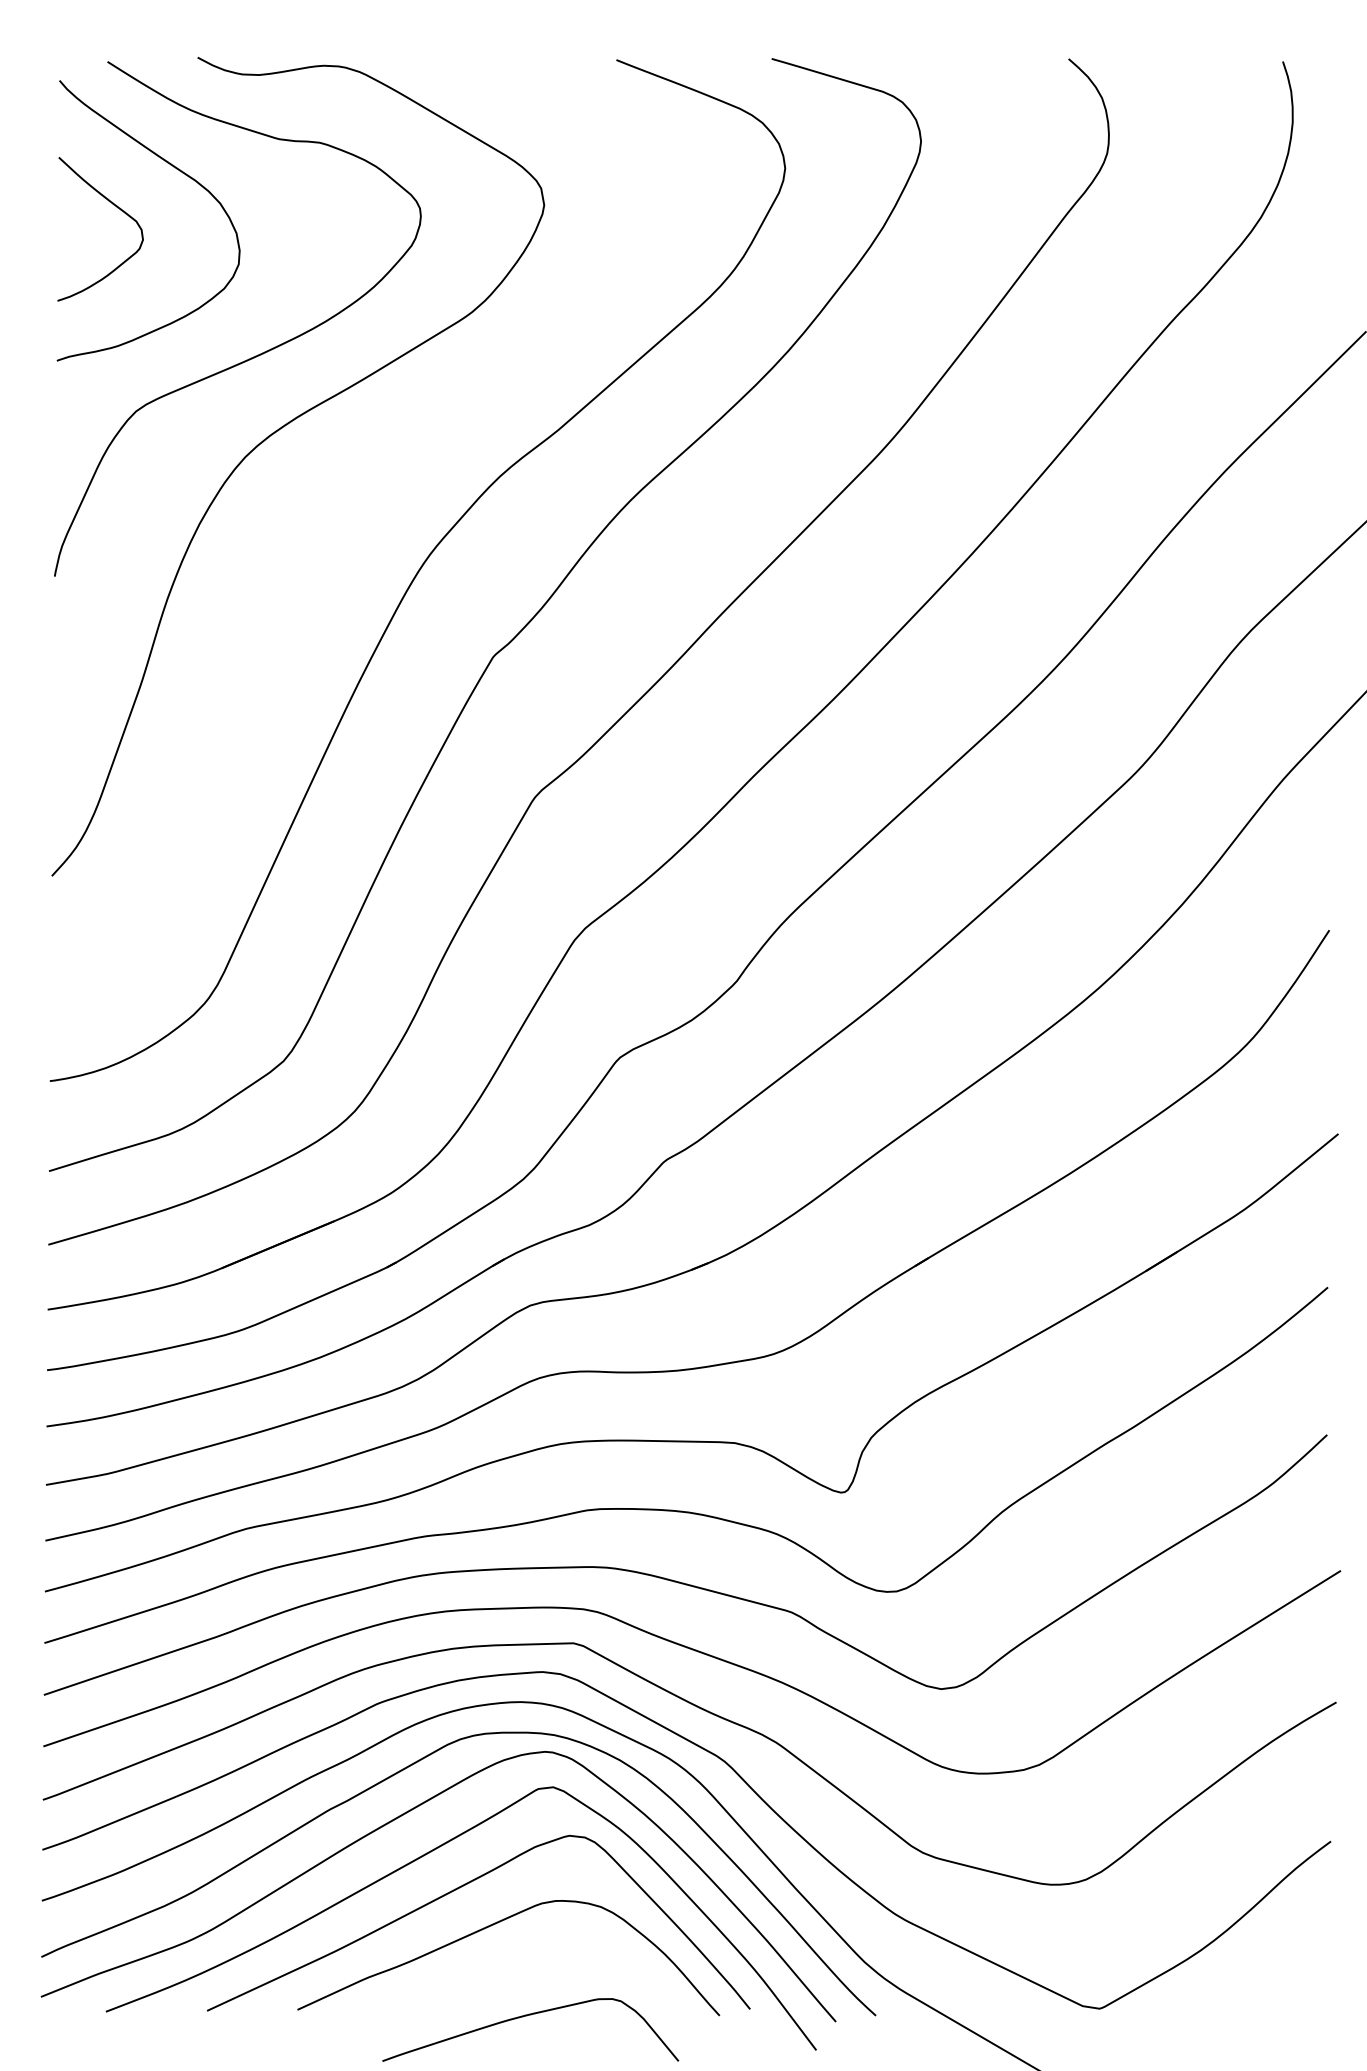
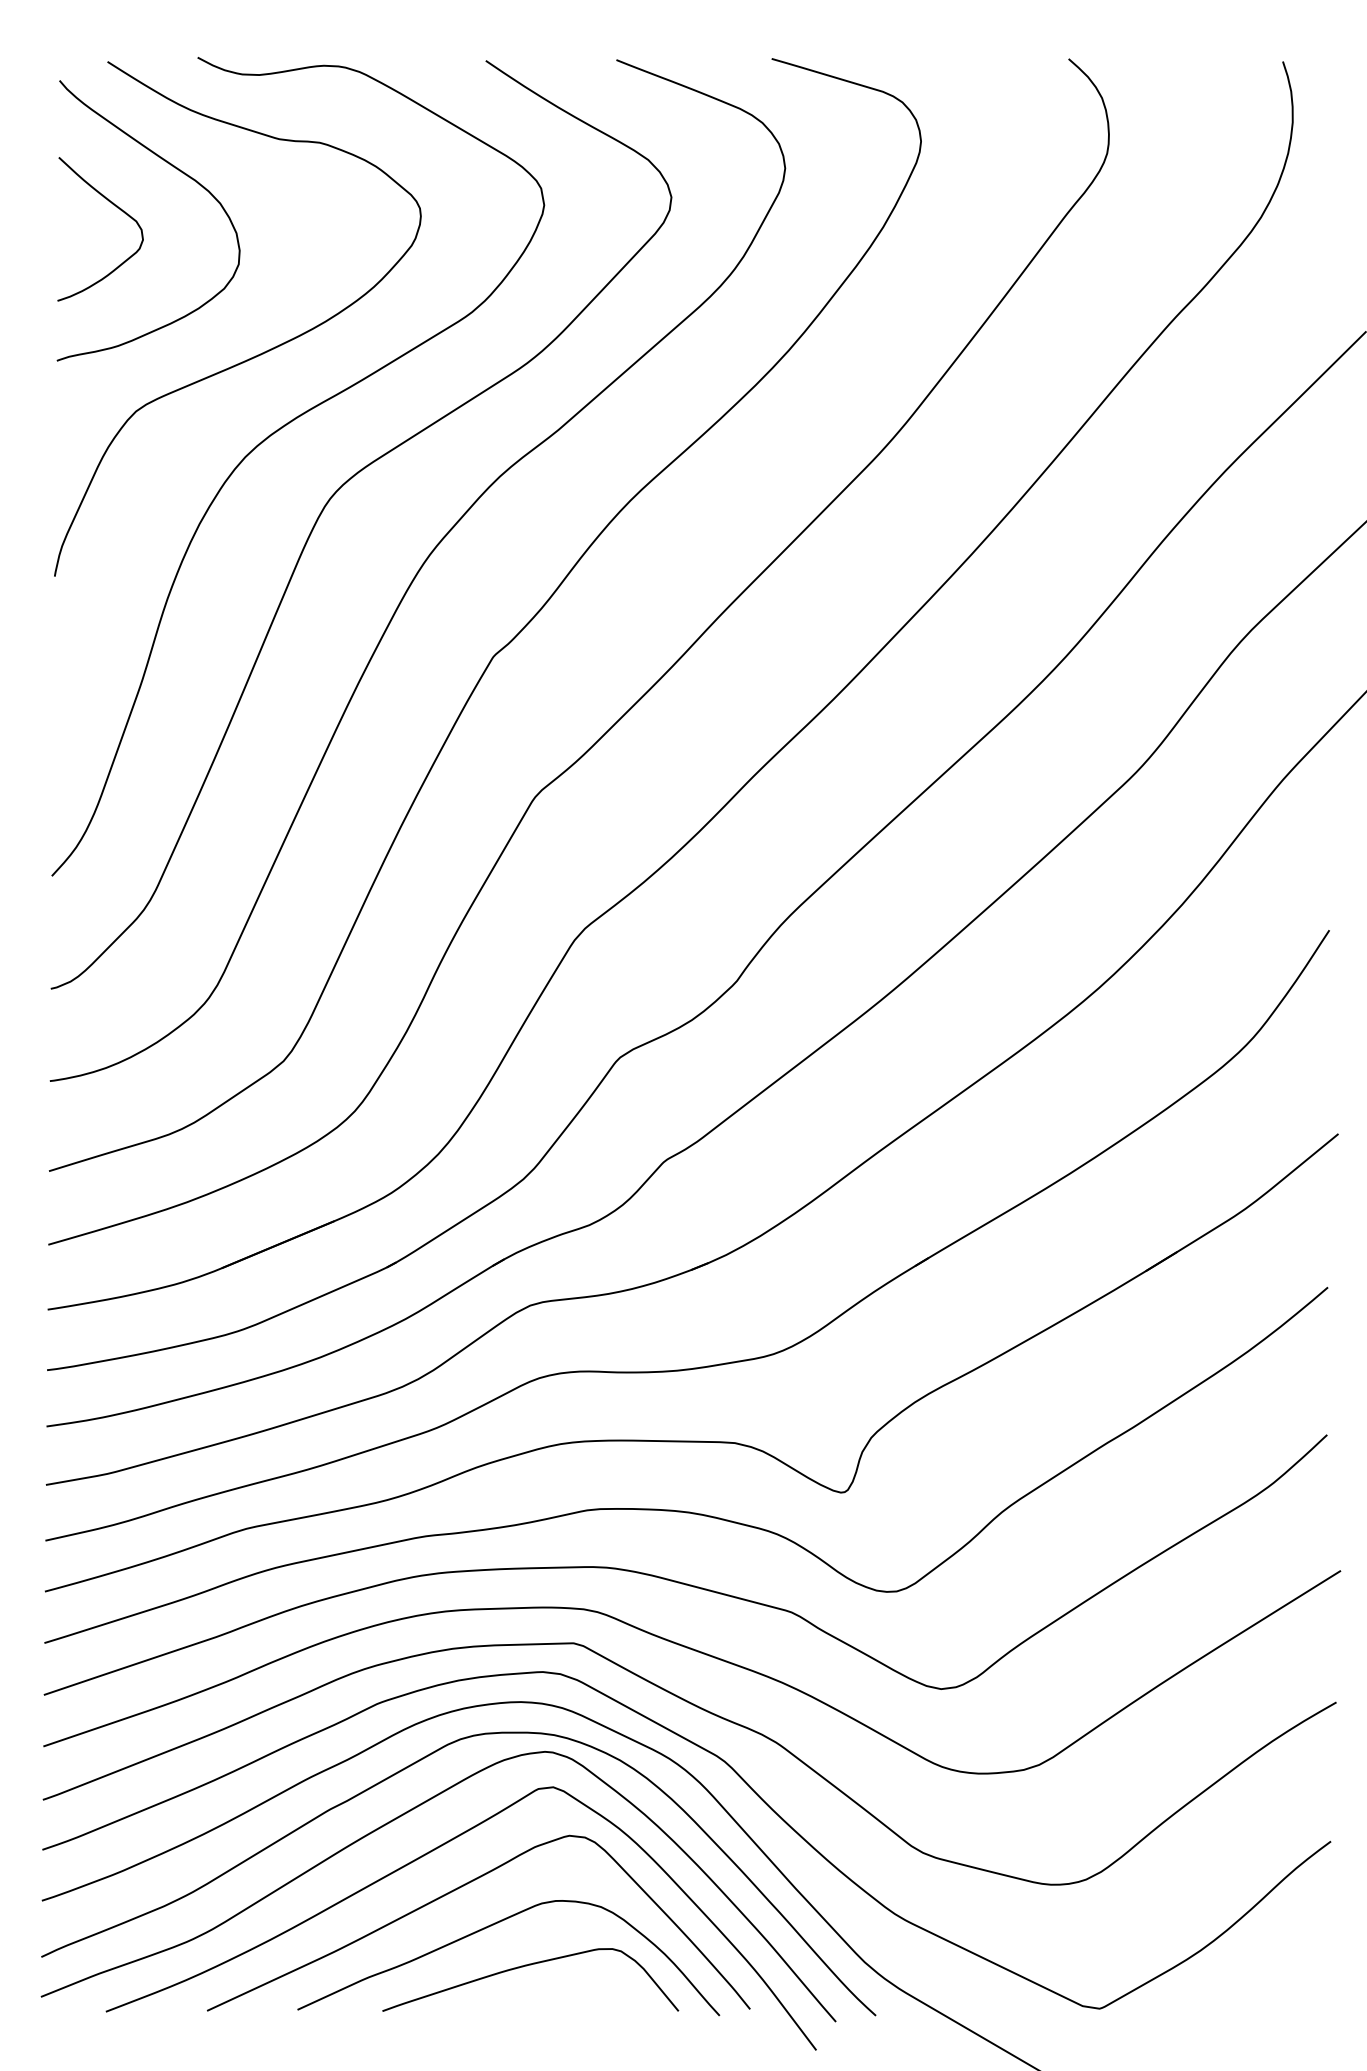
curve at (328, 503): none -> present
curve at (527, 2016) position: (527, 2016) -> (527, 1966)
